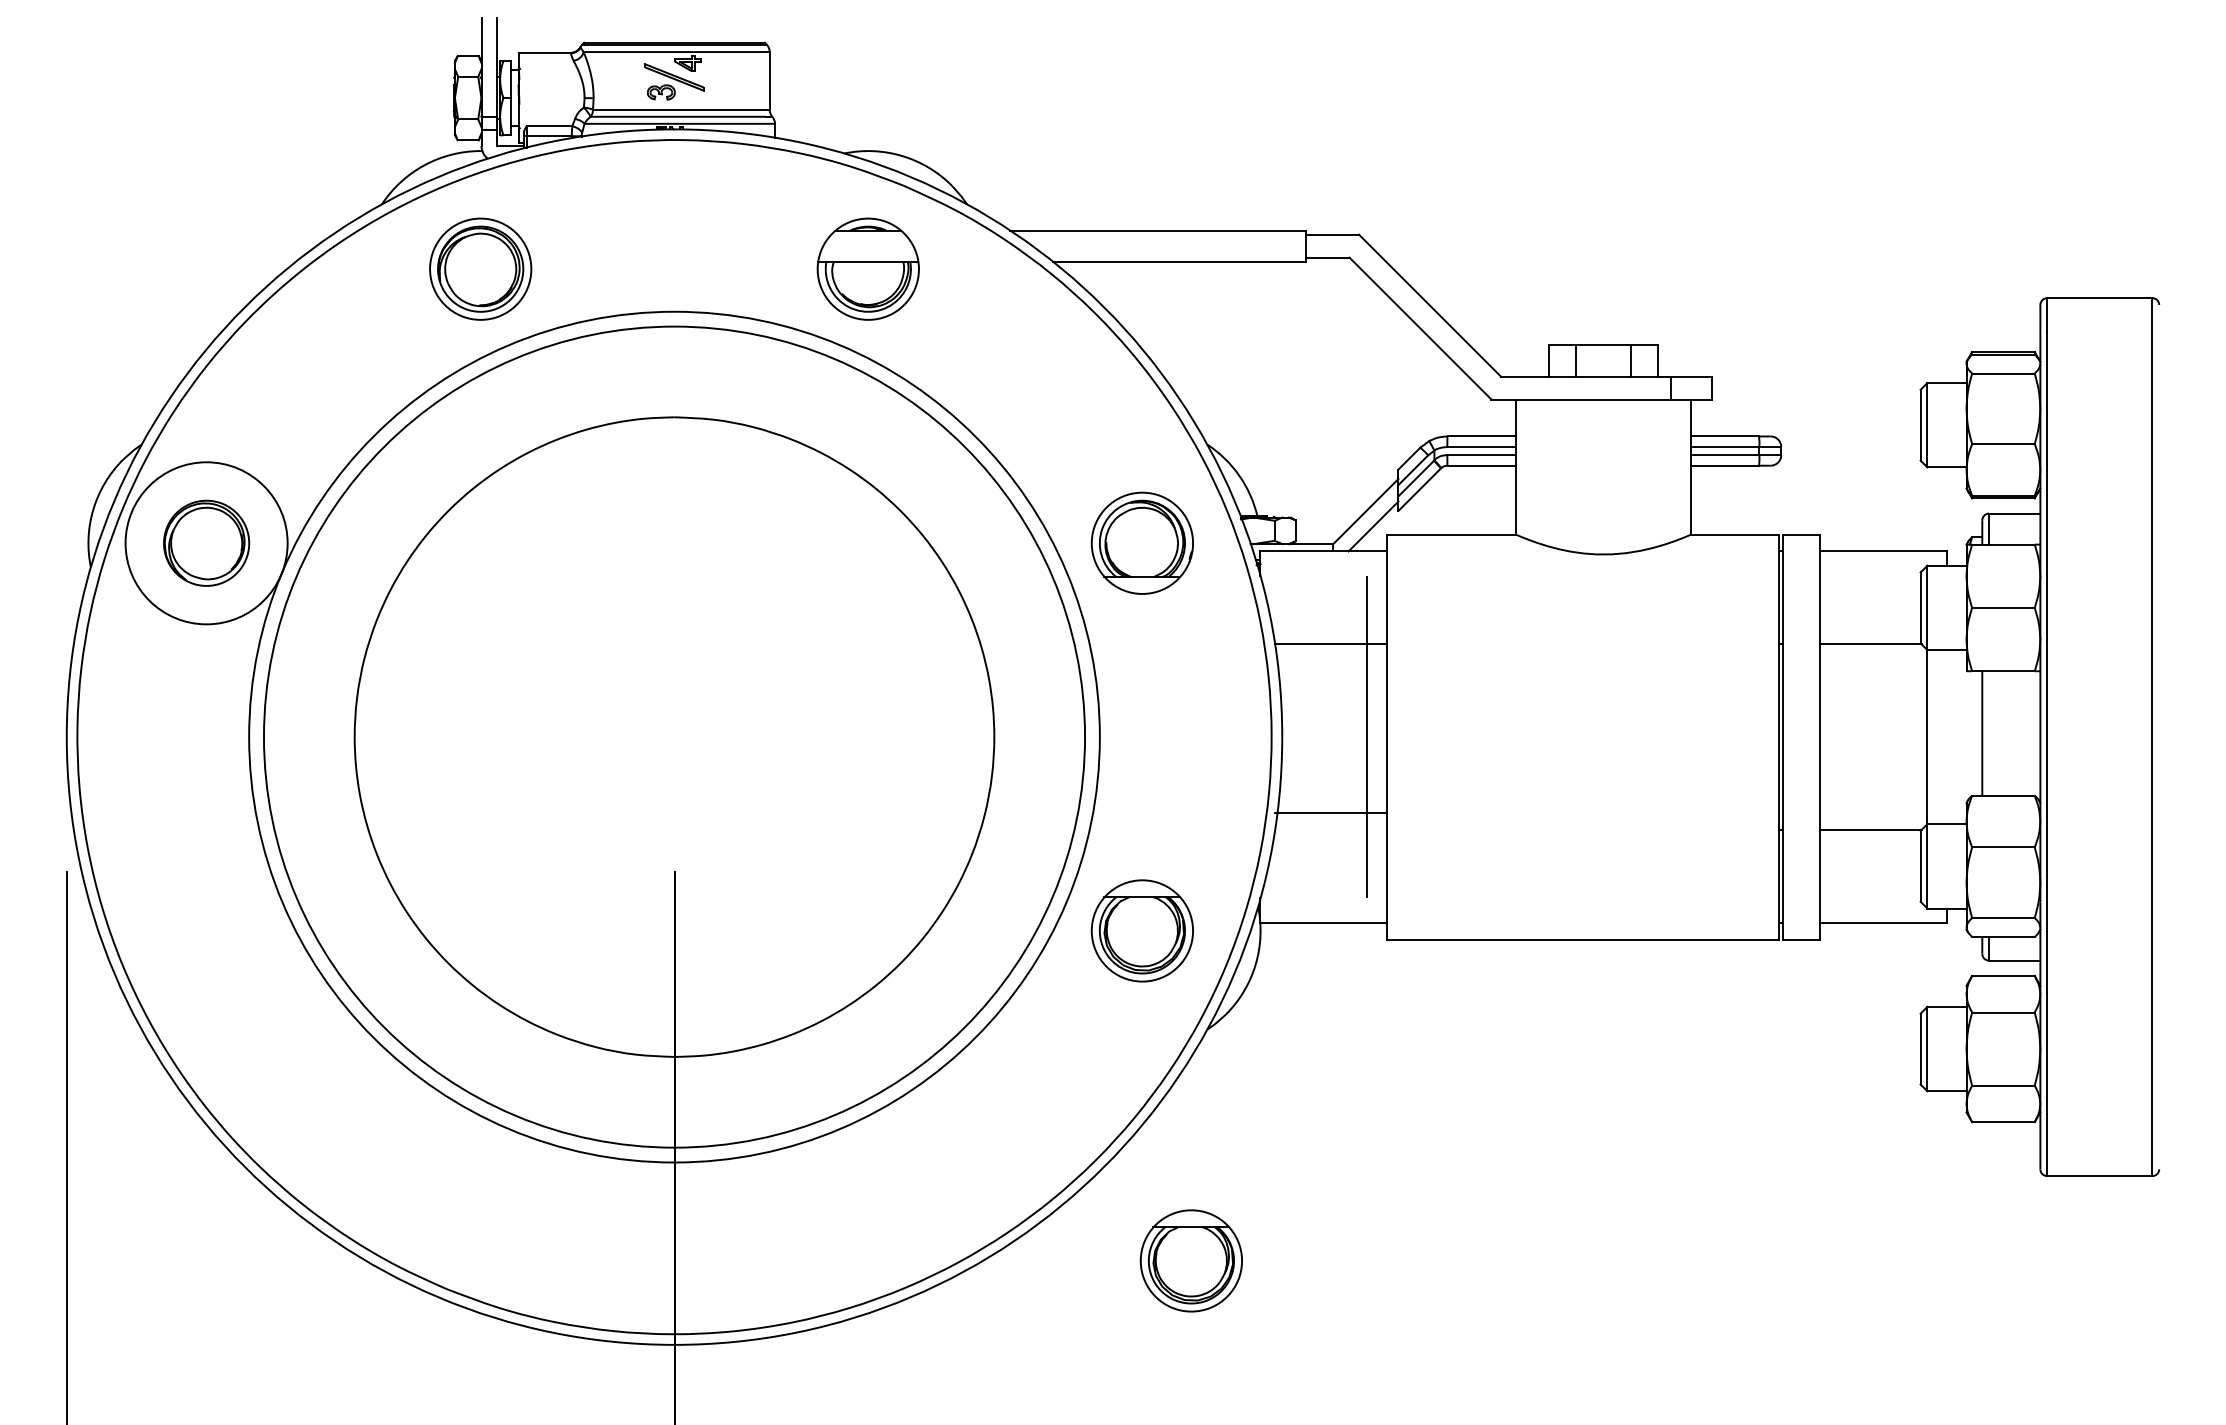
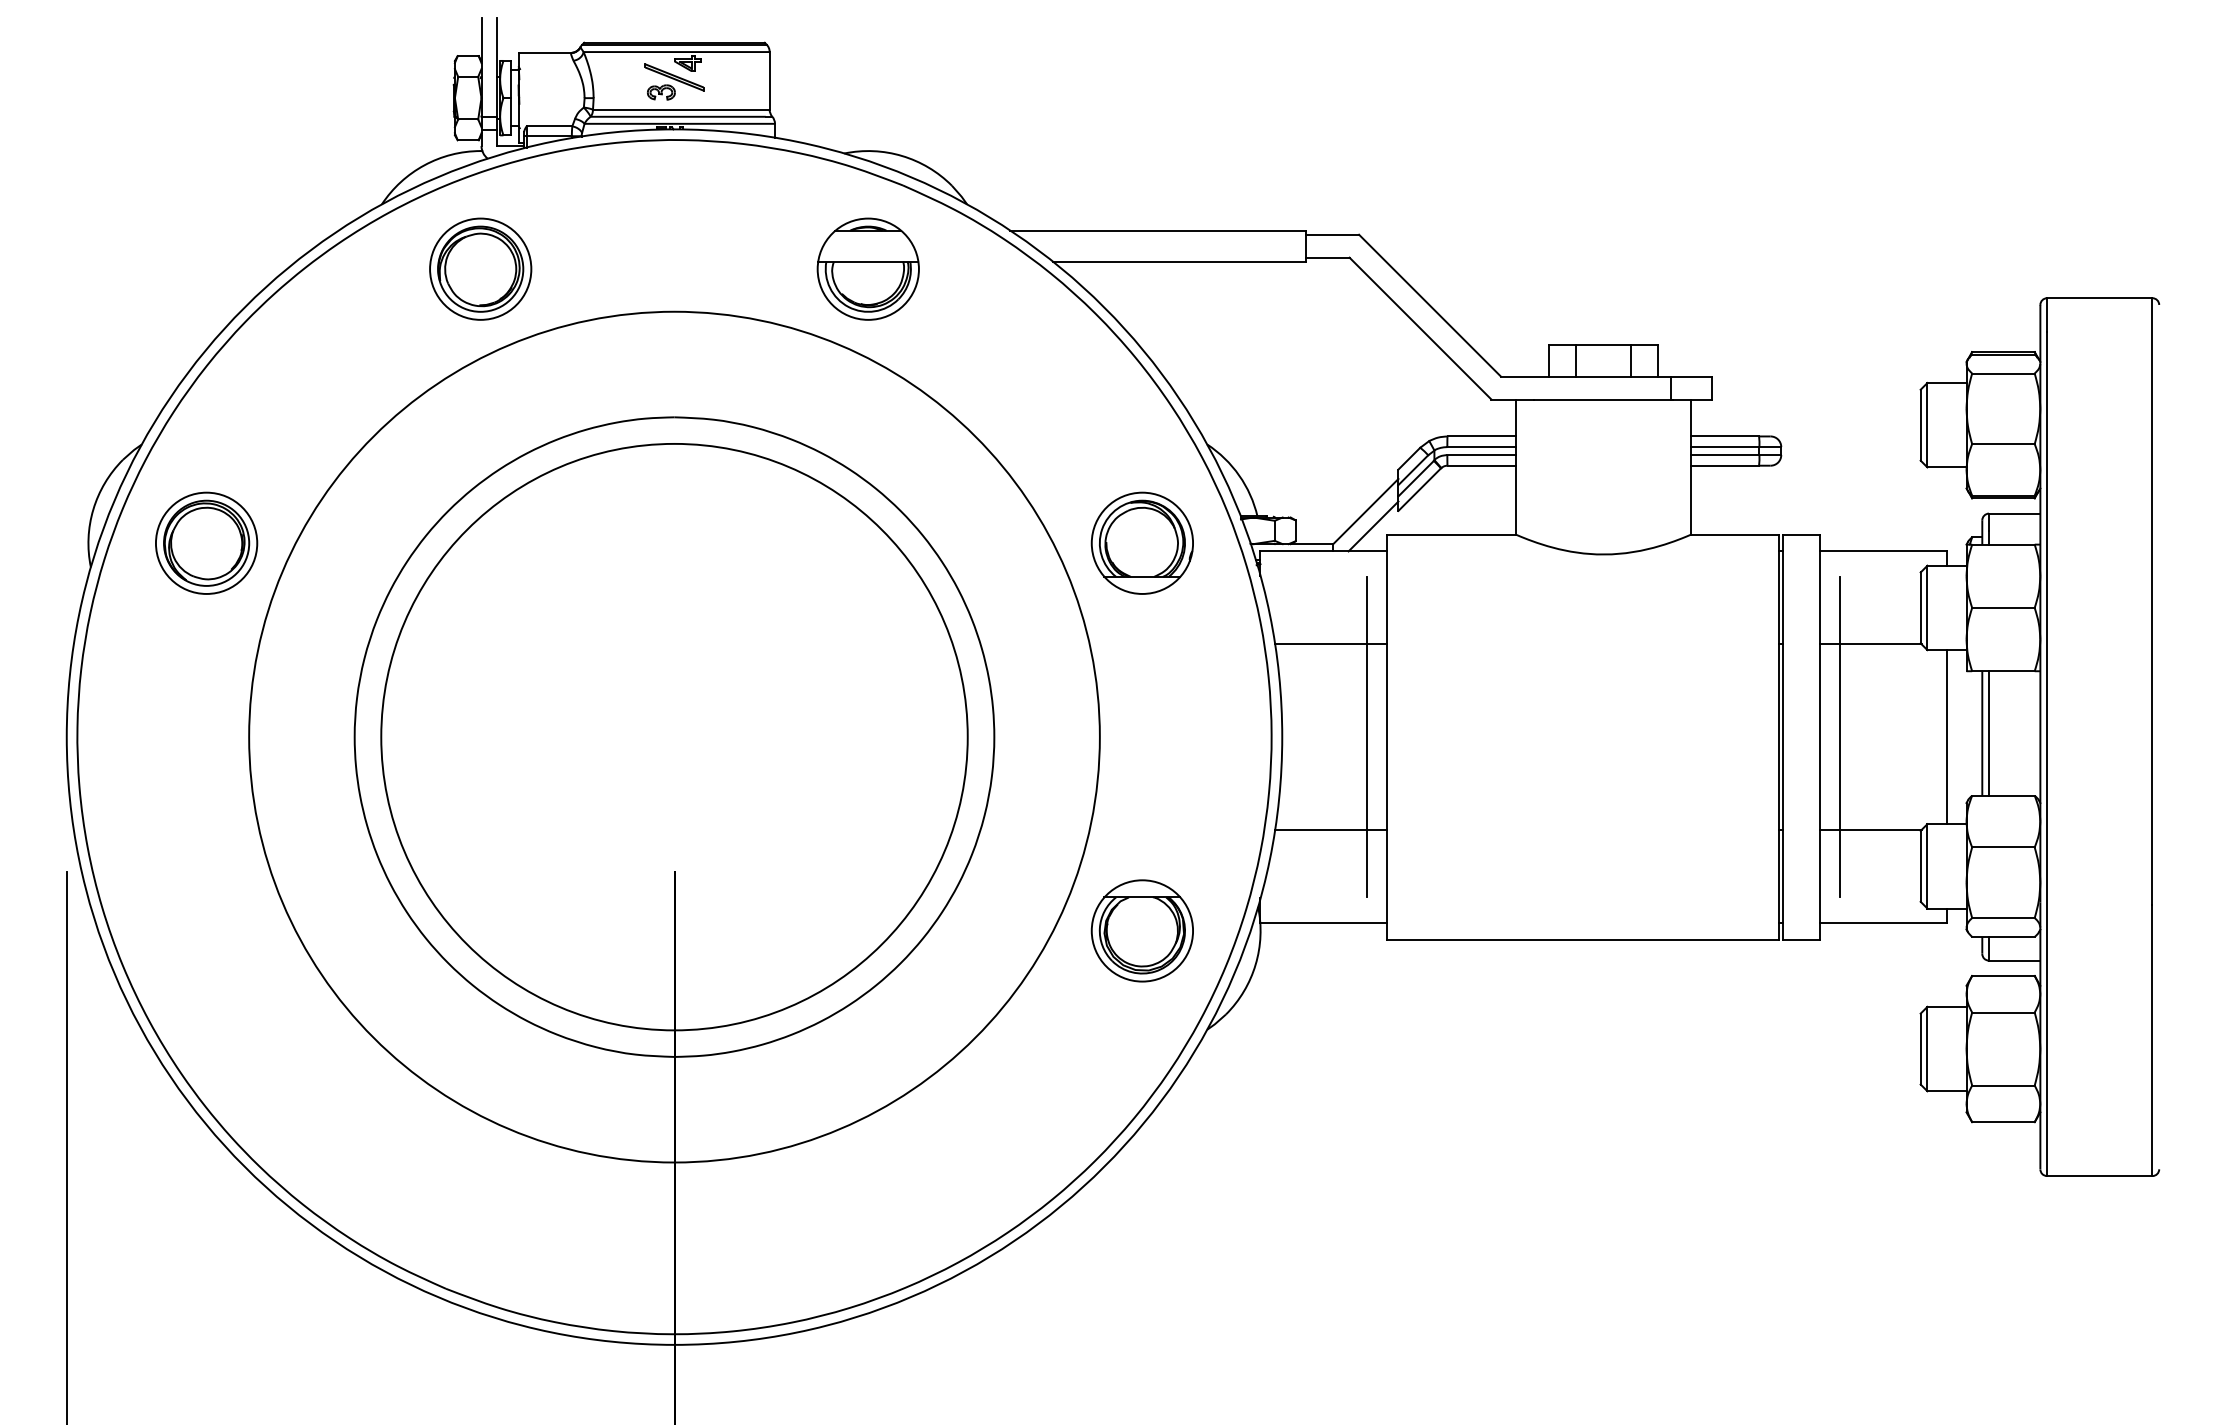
circle at (206, 543) diameter: 162 px -> 101 px
line at (1989, 733): none -> present
circle at (674, 736) diameter: 821 px -> 586 px
line at (1840, 736): none -> present
line at (1926, 737) position: (1926, 737) -> (1946, 737)
line at (1331, 813) position: (1331, 813) -> (1331, 830)
part at (1190, 1260): present -> none
